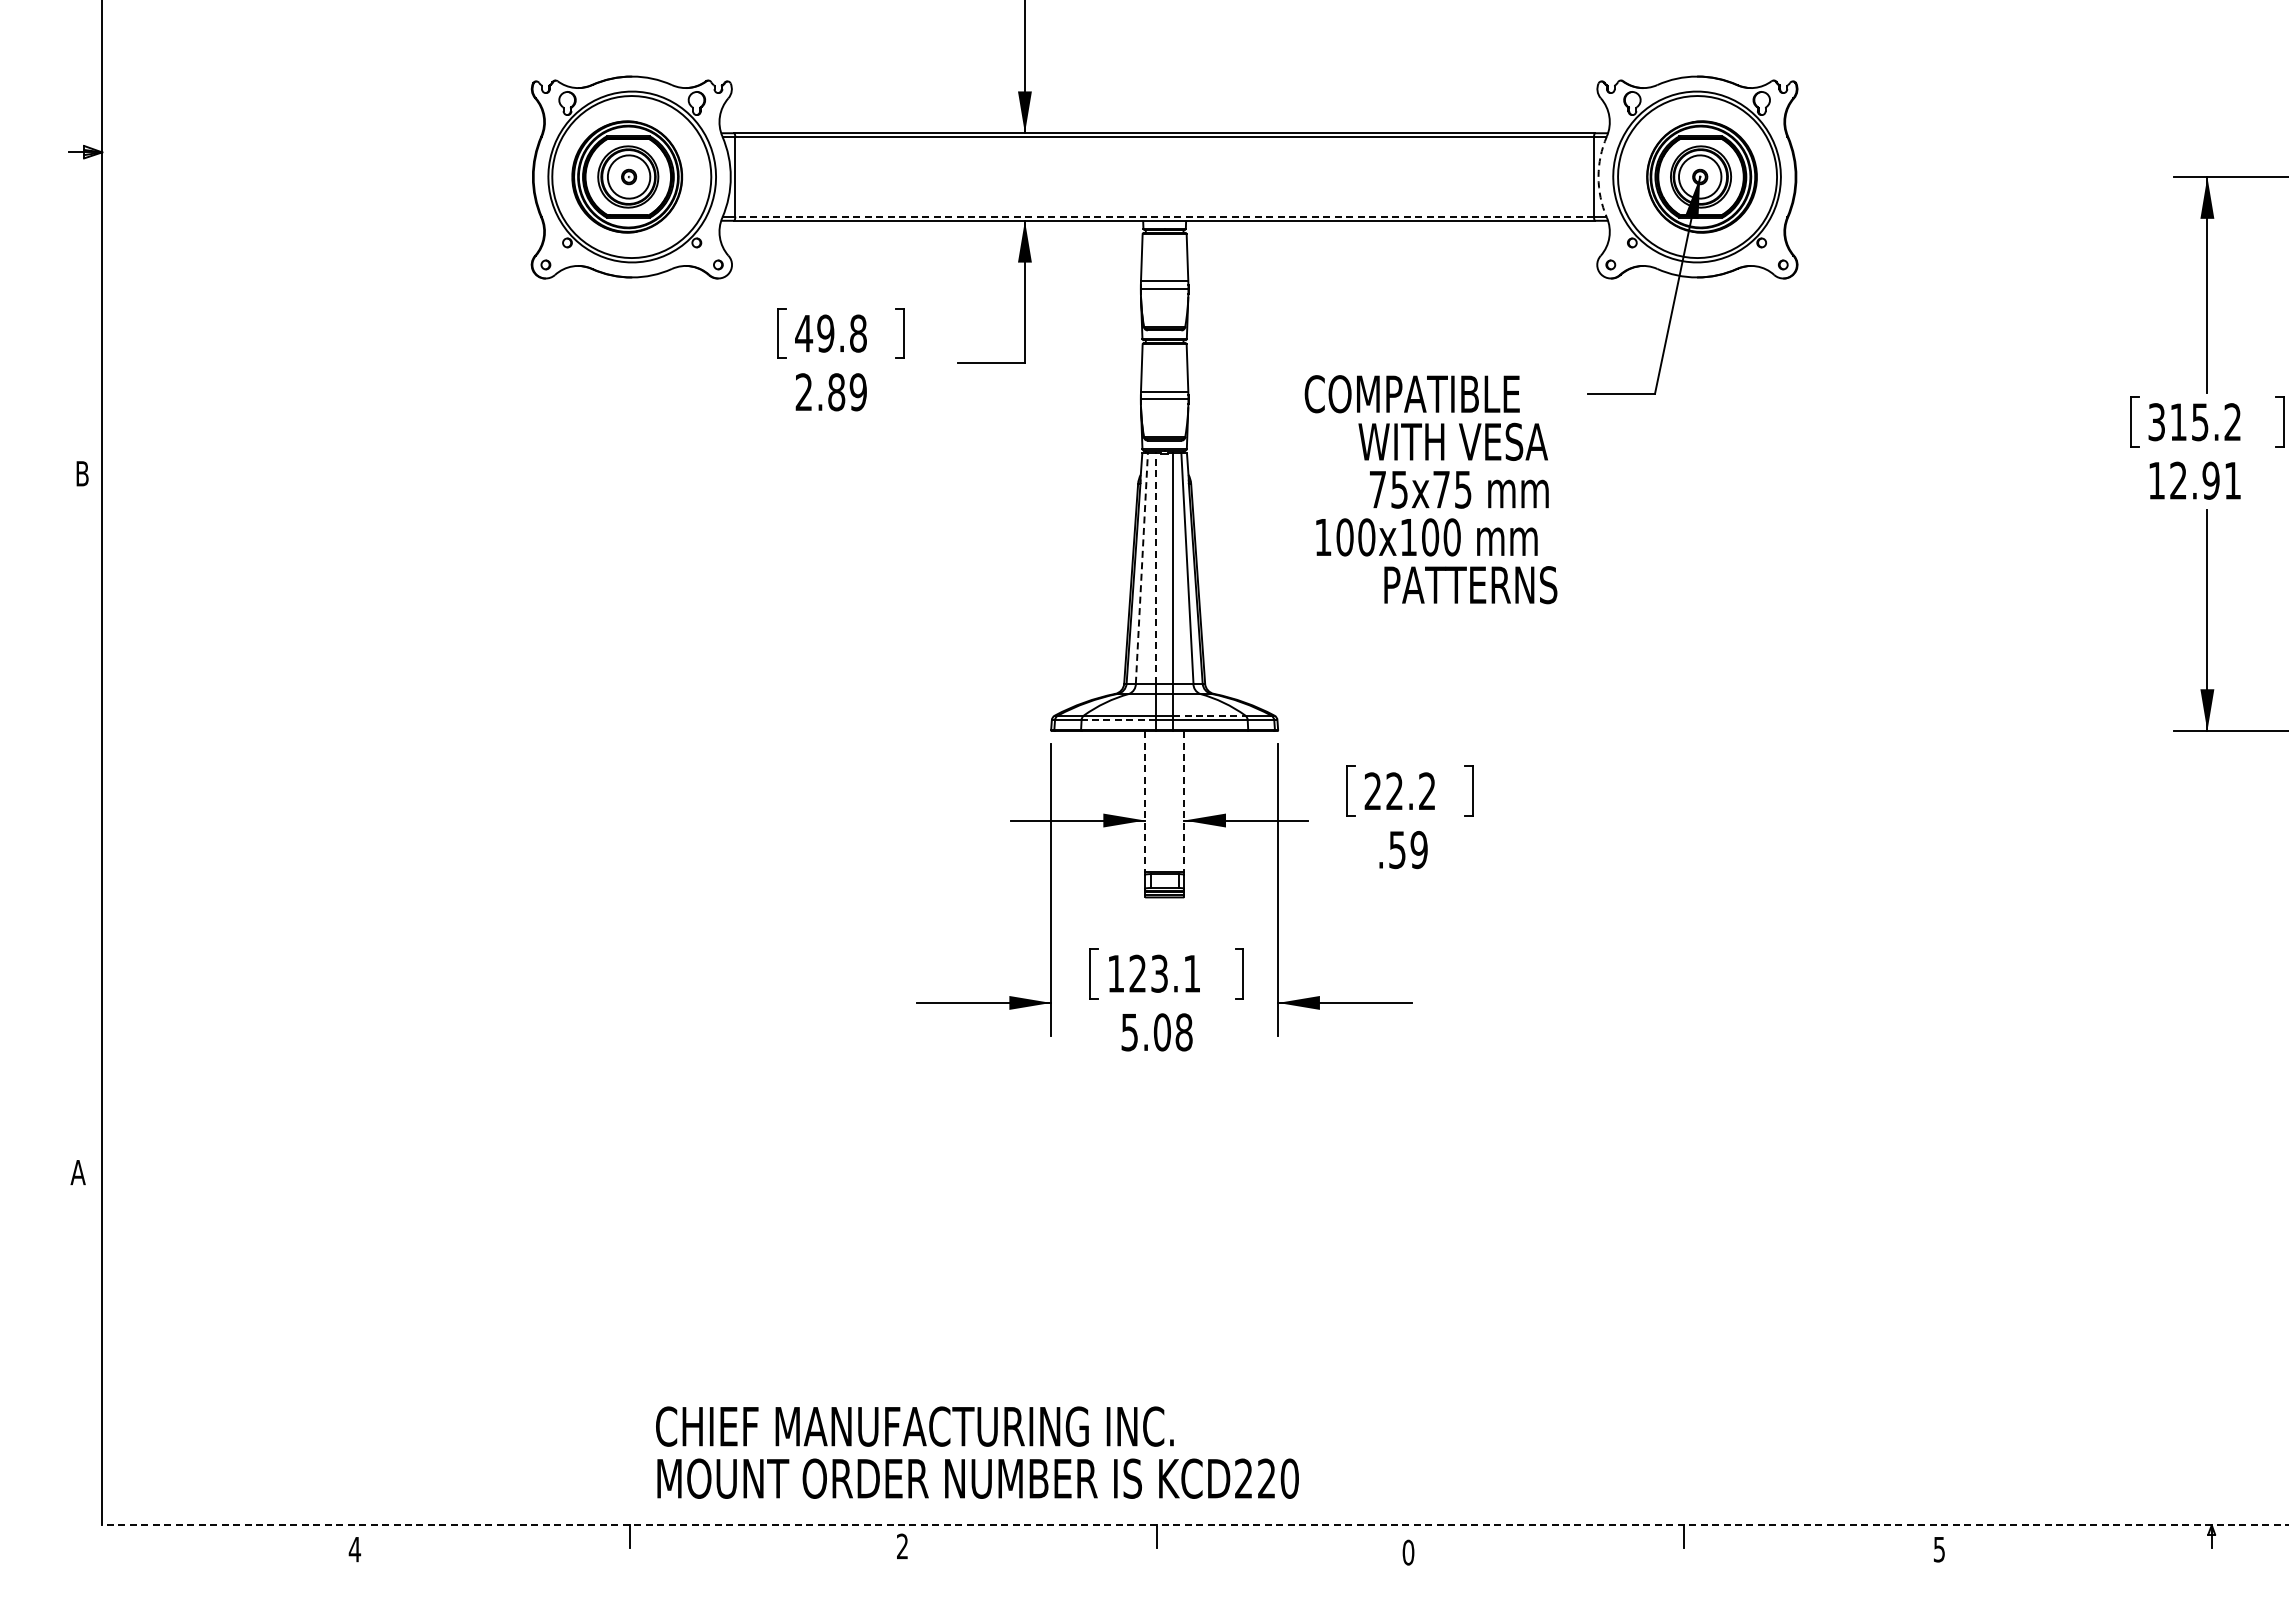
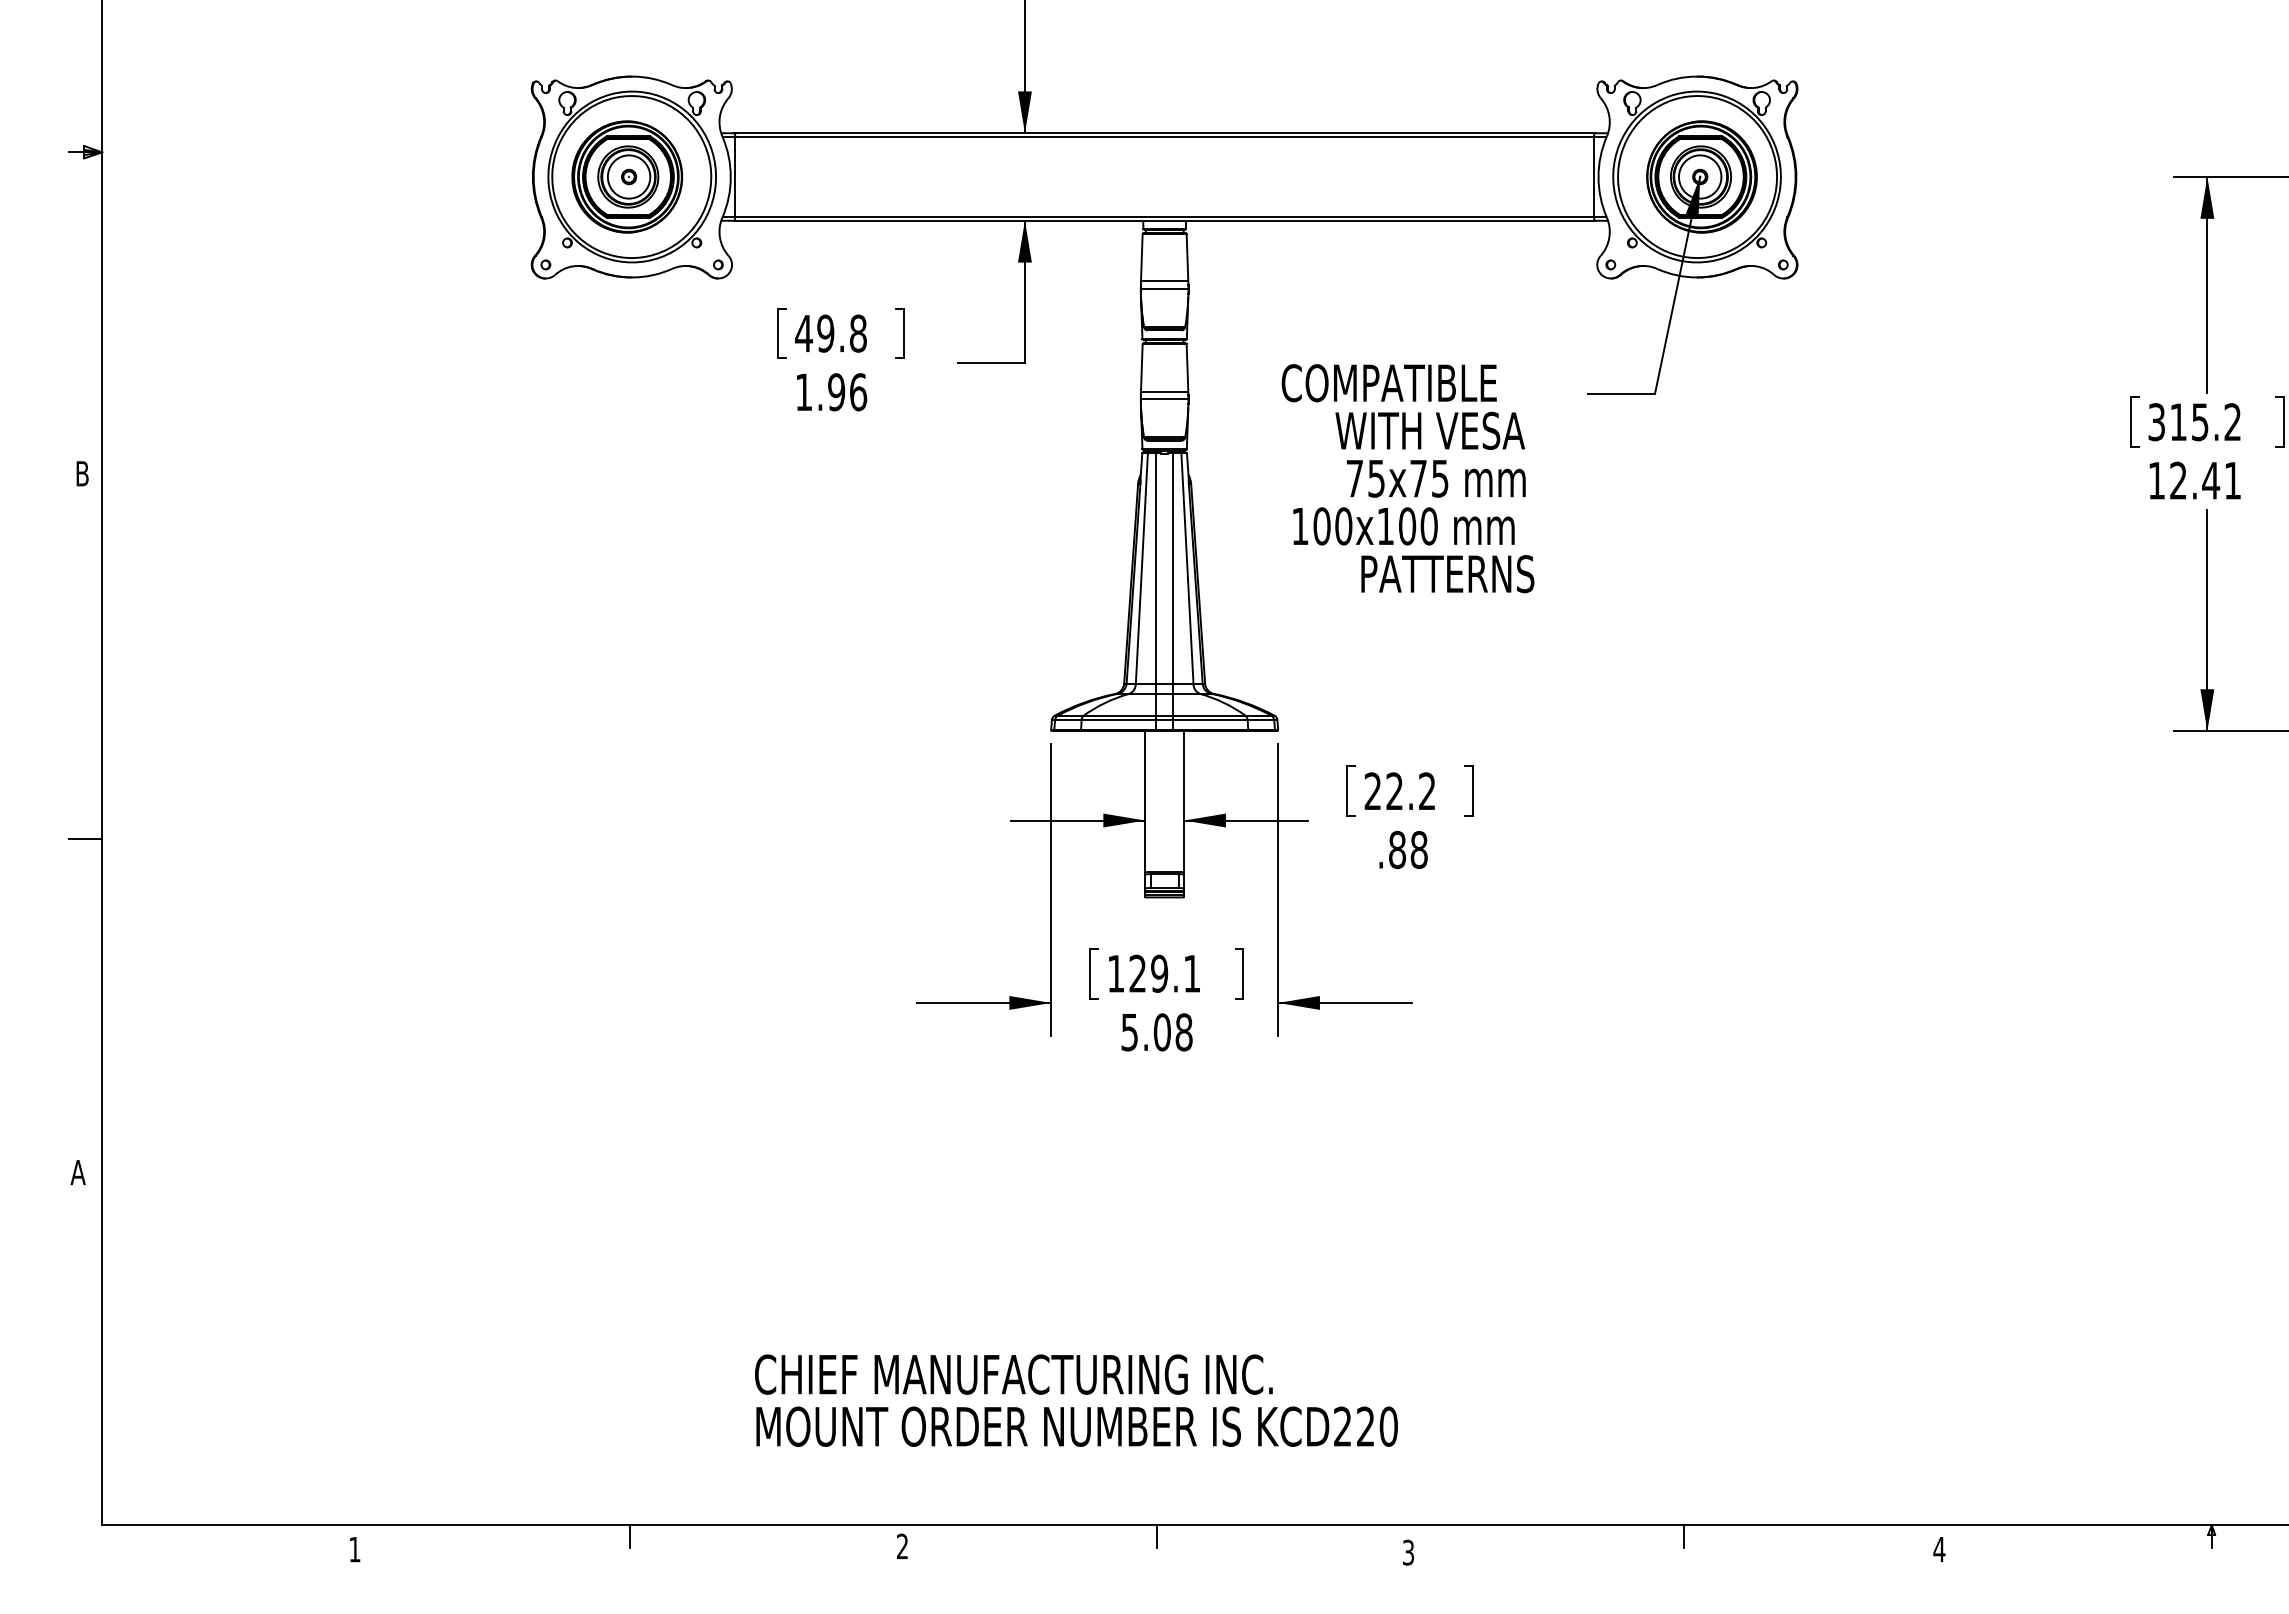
arc at (1598, 177): dashed -> solid
line at (1164, 216): dashed -> solid
text at (831, 392): 2.89 -> 1.96
text at (2211, 480): 12.91 -> 12.41
text at (1430, 489) position: (1430, 489) -> (1407, 478)
line at (1141, 568): dashed -> solid
line at (1156, 568): dashed -> solid
line at (1209, 715): dashed -> solid
line at (1118, 720): dashed -> solid
line at (1145, 801): dashed -> solid
line at (1184, 801): dashed -> solid
line at (85, 838): none -> present
text at (1408, 849): .59 -> .88
text at (1159, 973): 123.1 -> 129.1
text at (977, 1452) position: (977, 1452) -> (1076, 1400)
line at (1195, 1525): dashed -> solid
text at (354, 1549): 4 -> 1
text at (1939, 1549): 5 -> 4
text at (1408, 1552): 0 -> 3
